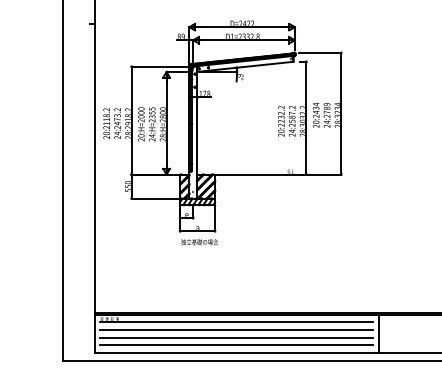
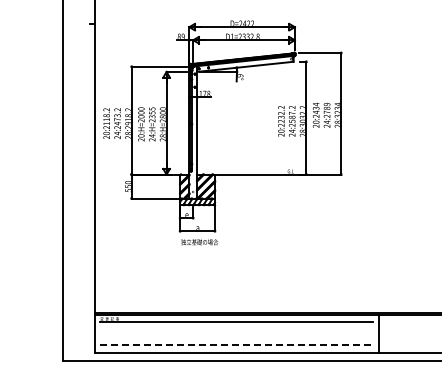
line at (236, 330): present -> none
line at (236, 337): present -> none
line at (236, 345): solid -> dashed
